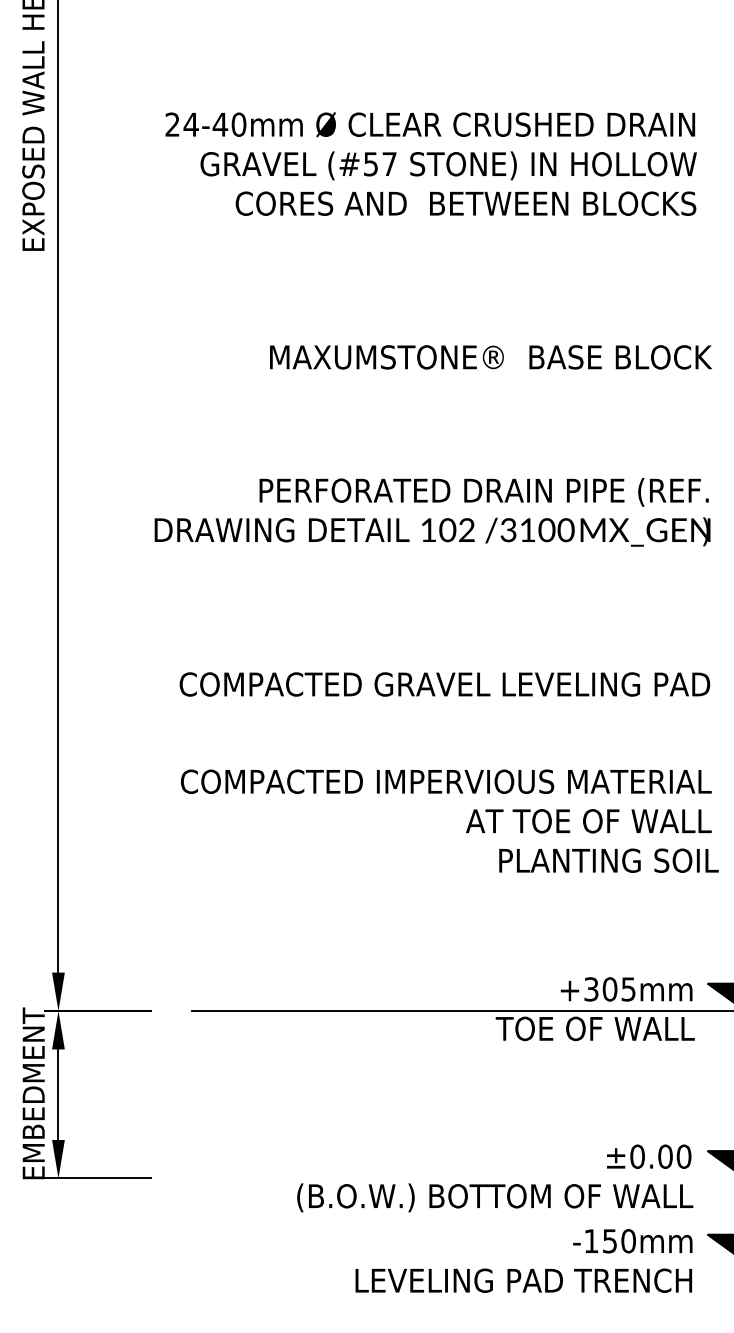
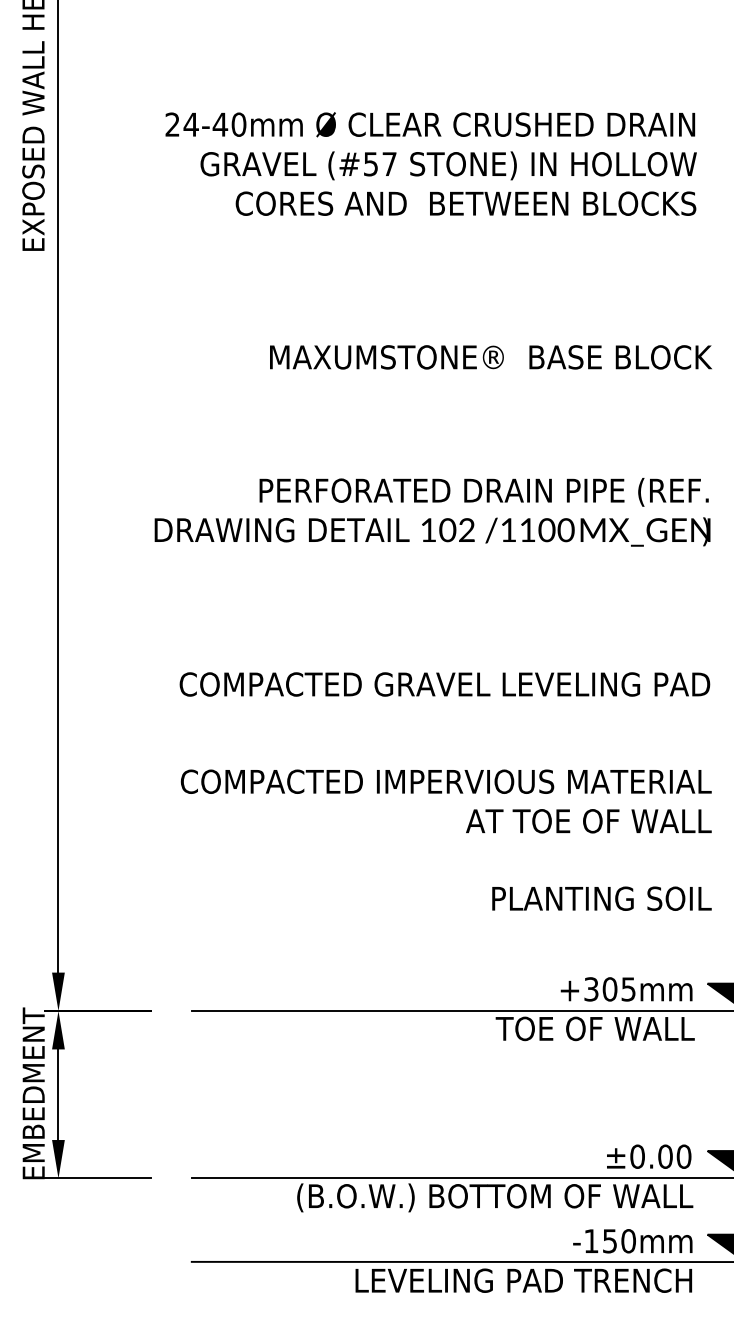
text at (508, 530): /3100 -> /1100
text at (608, 860) position: (608, 860) -> (601, 898)
line at (460, 1178): none -> present
line at (460, 1261): none -> present
